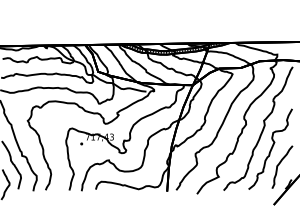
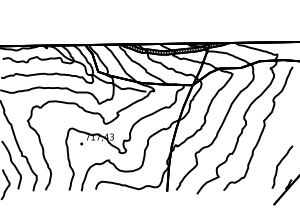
curve at (270, 148): present -> none
